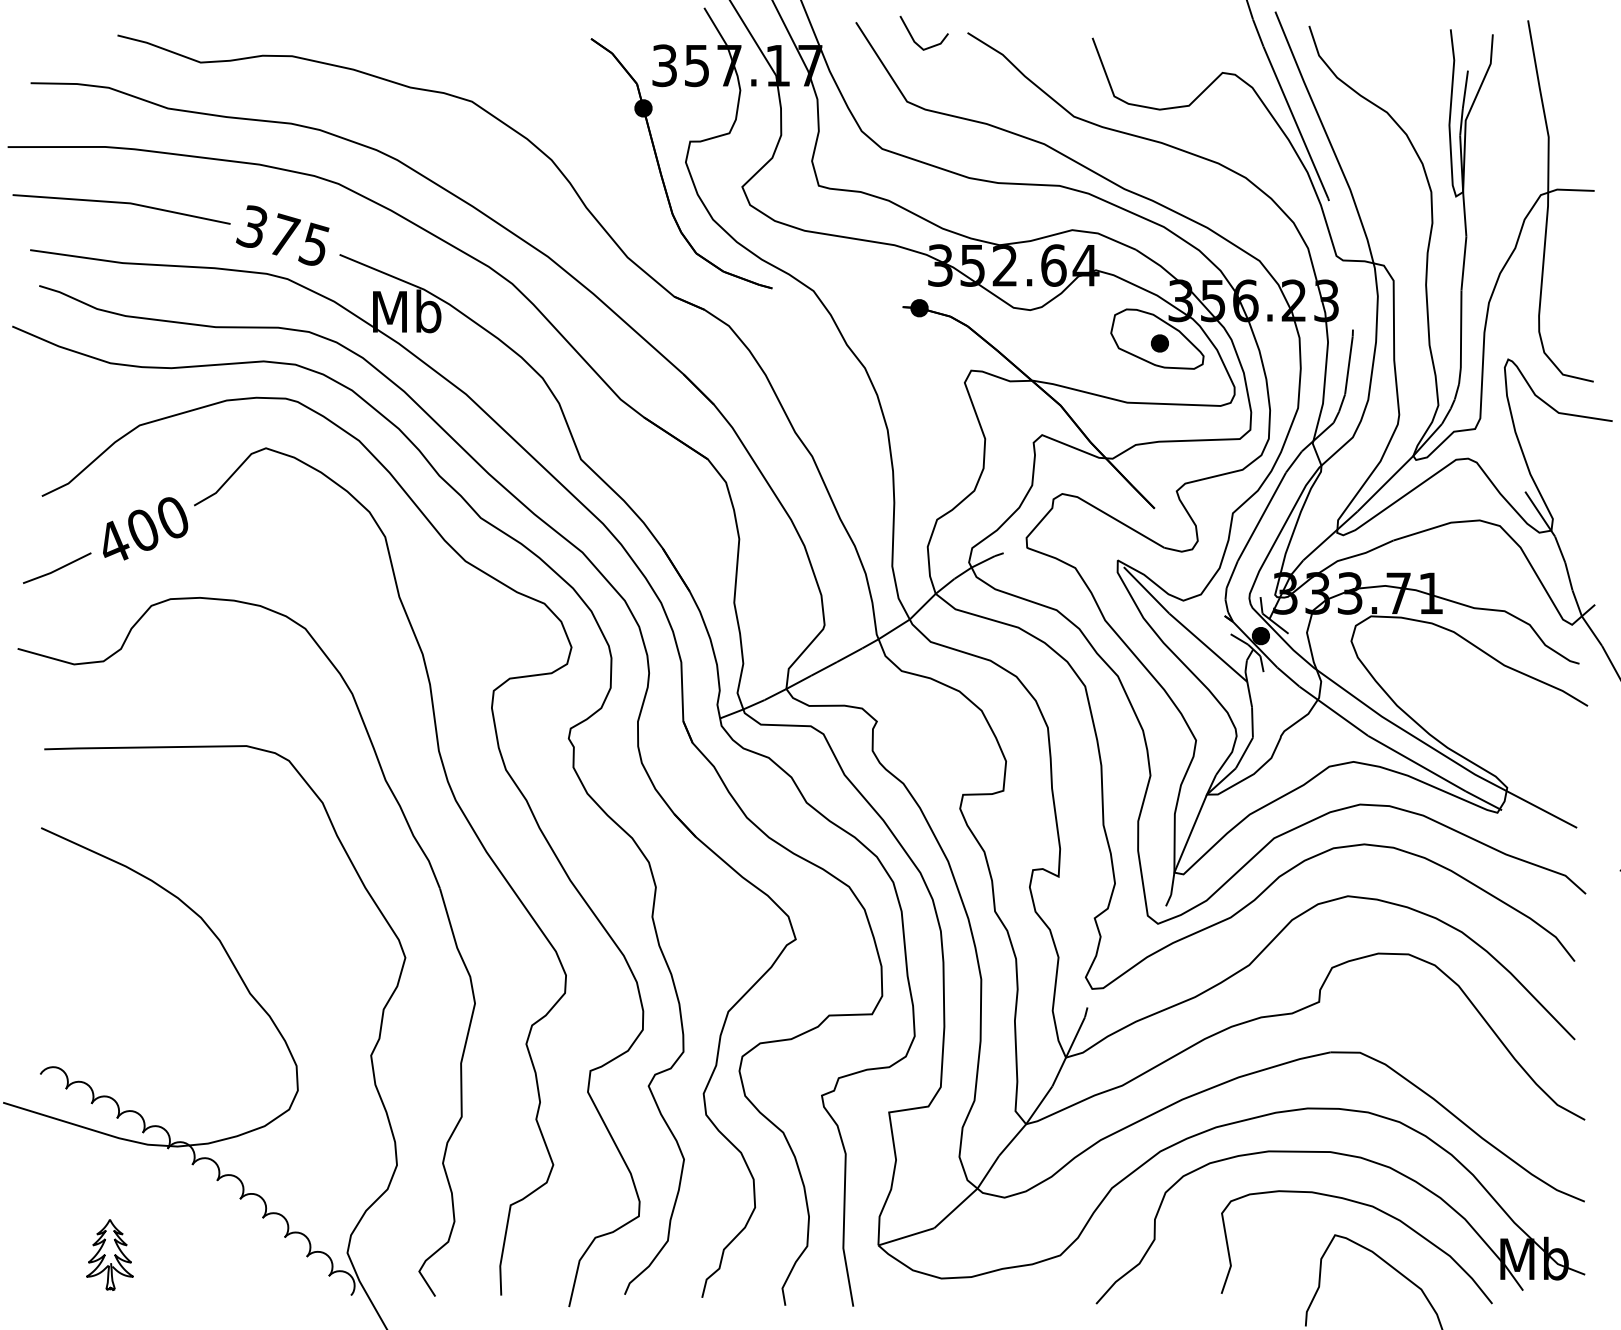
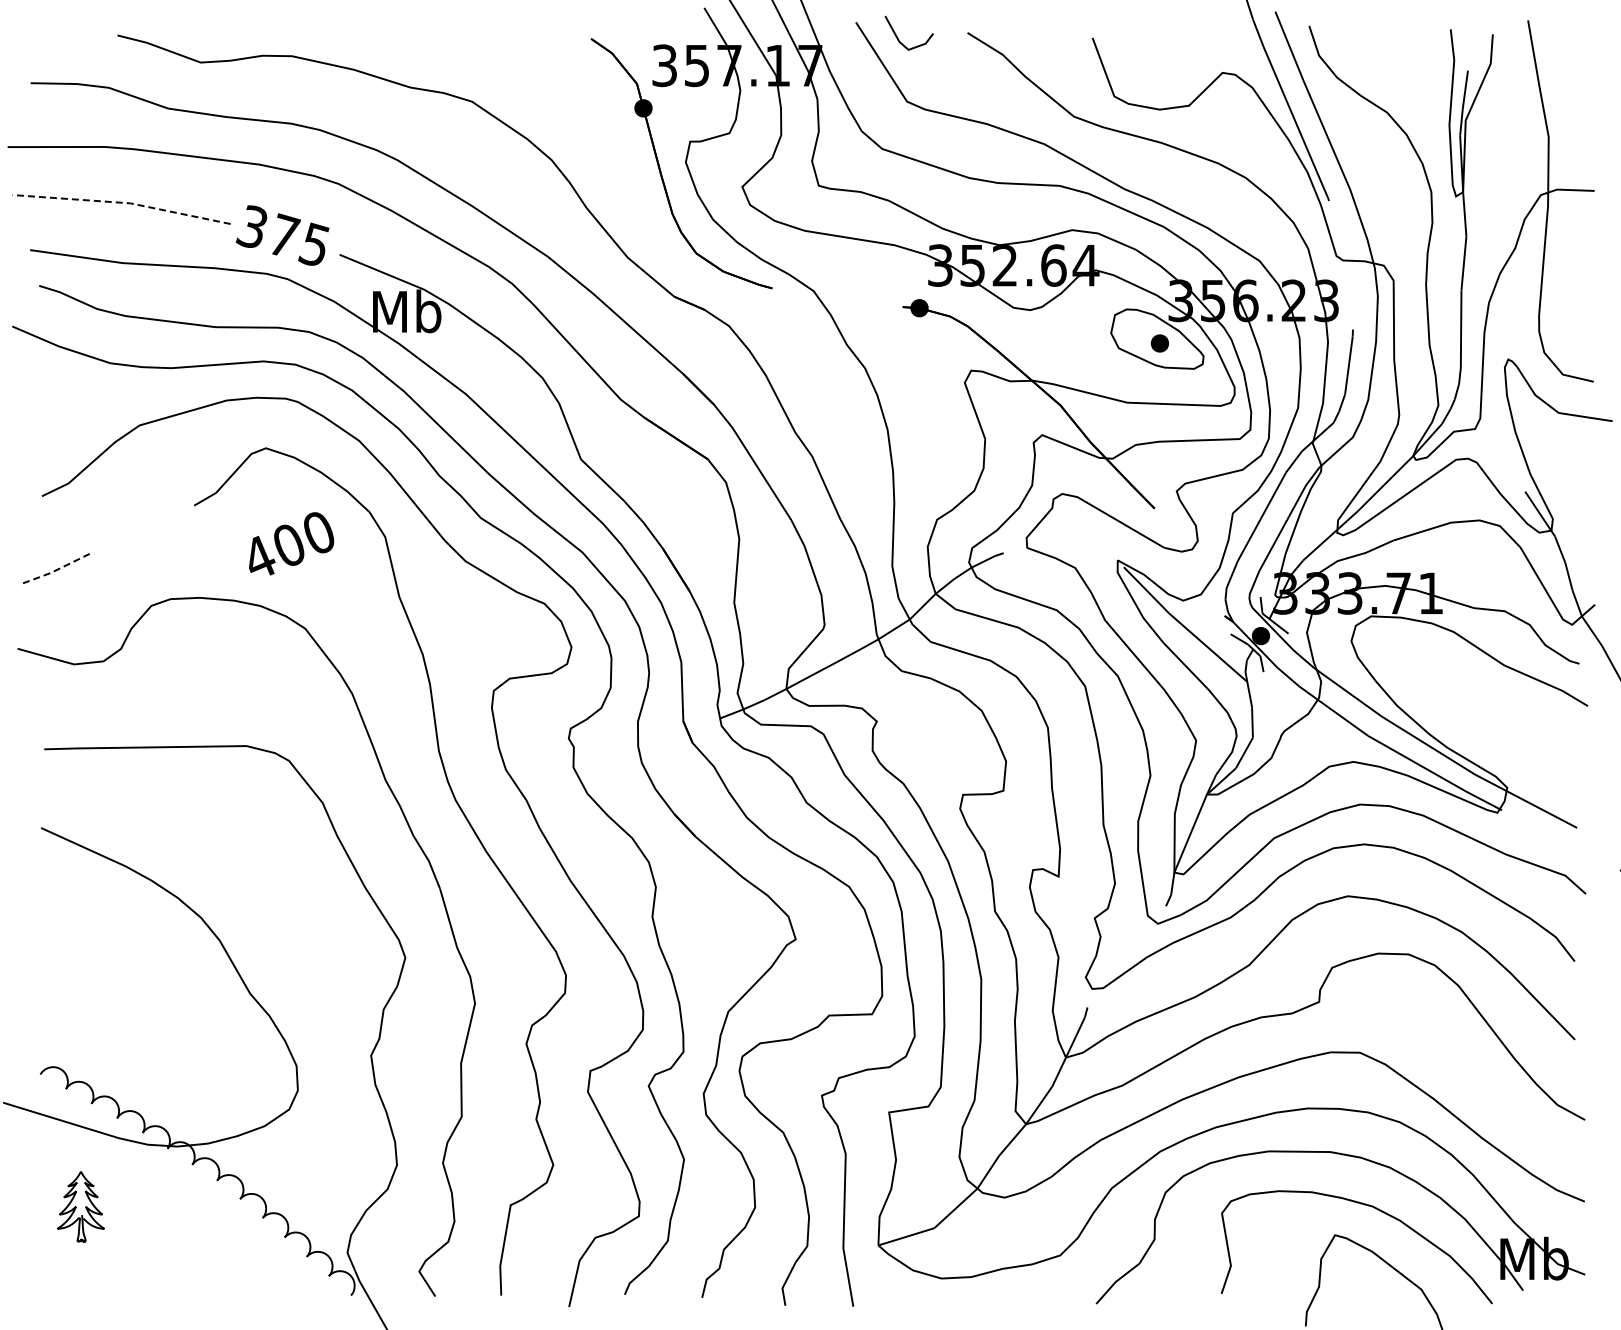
line at (913, 37) position: (913, 37) -> (898, 37)
line at (122, 202): solid -> dashed
text at (145, 528) position: (145, 528) -> (291, 543)
line at (57, 569): solid -> dashed
part at (109, 1254) position: (109, 1254) -> (80, 1206)
